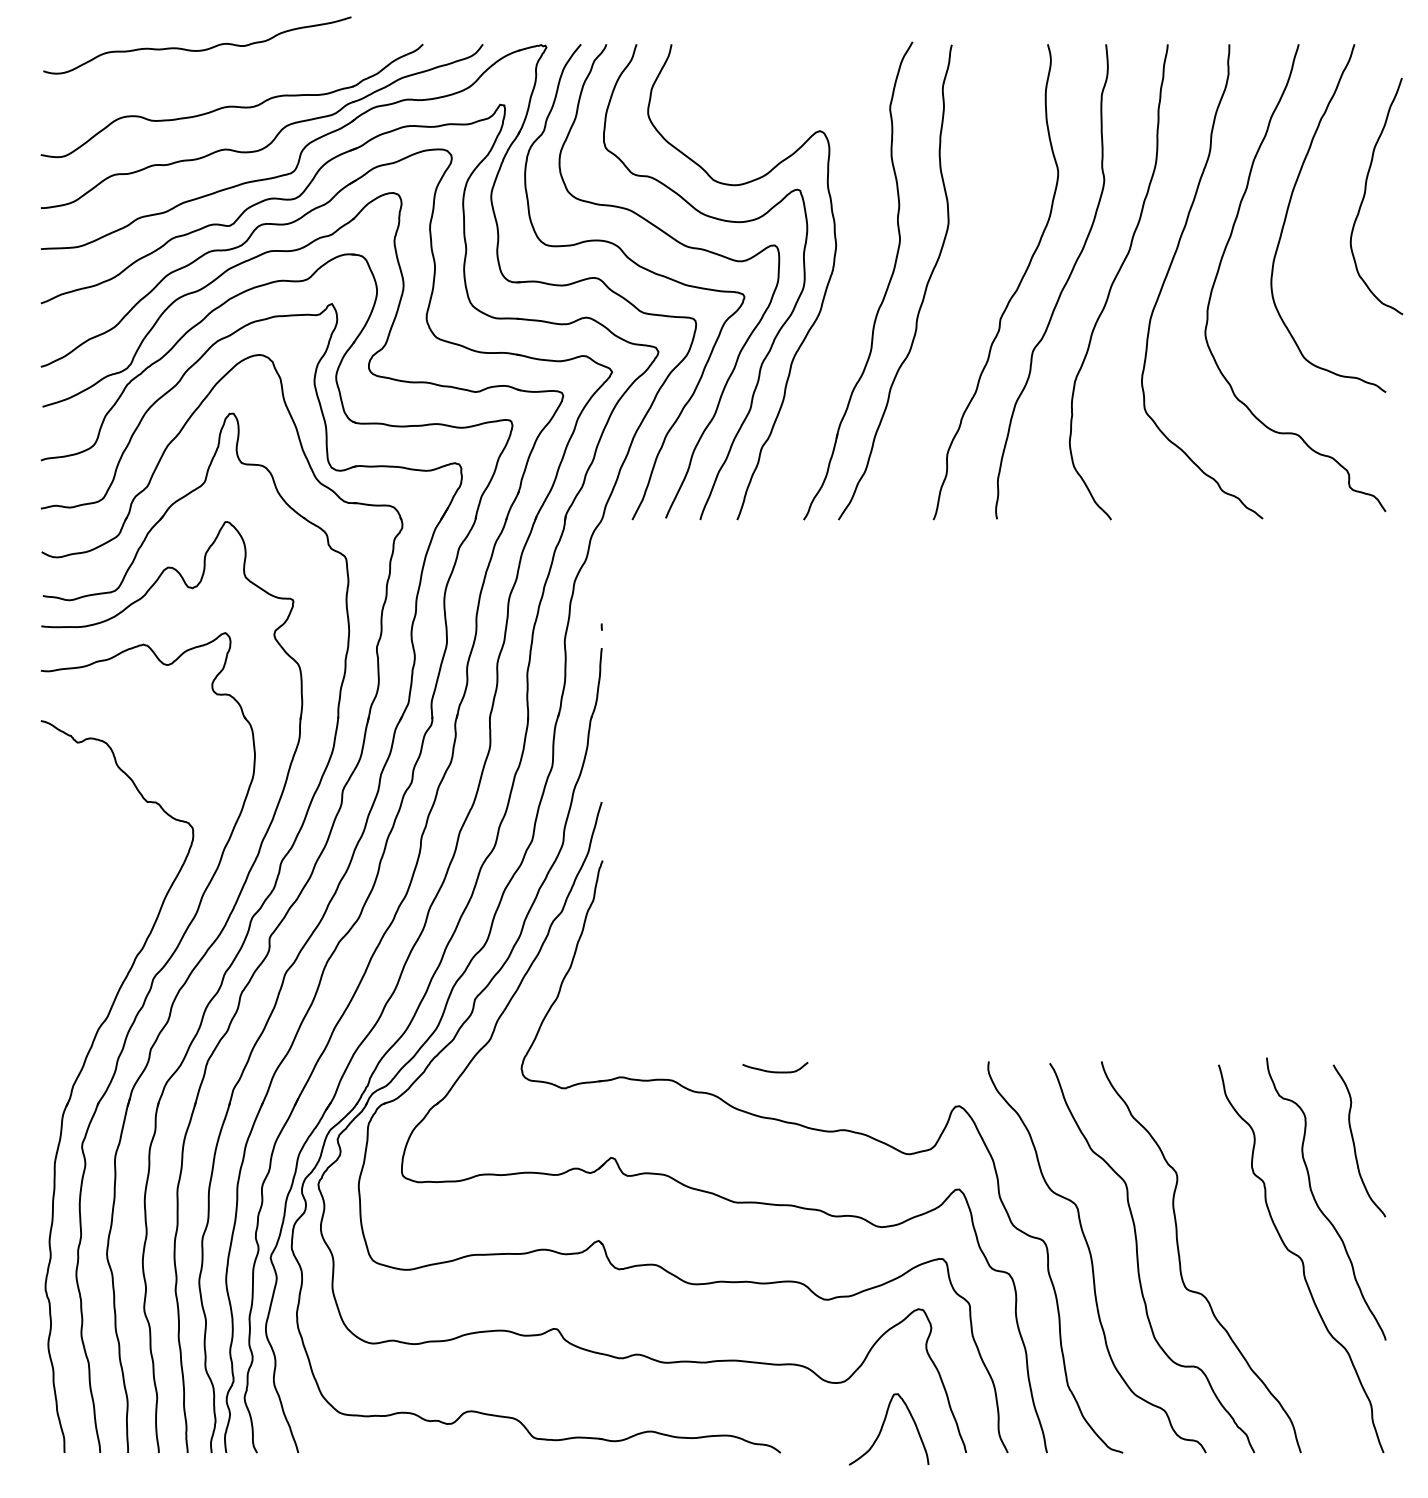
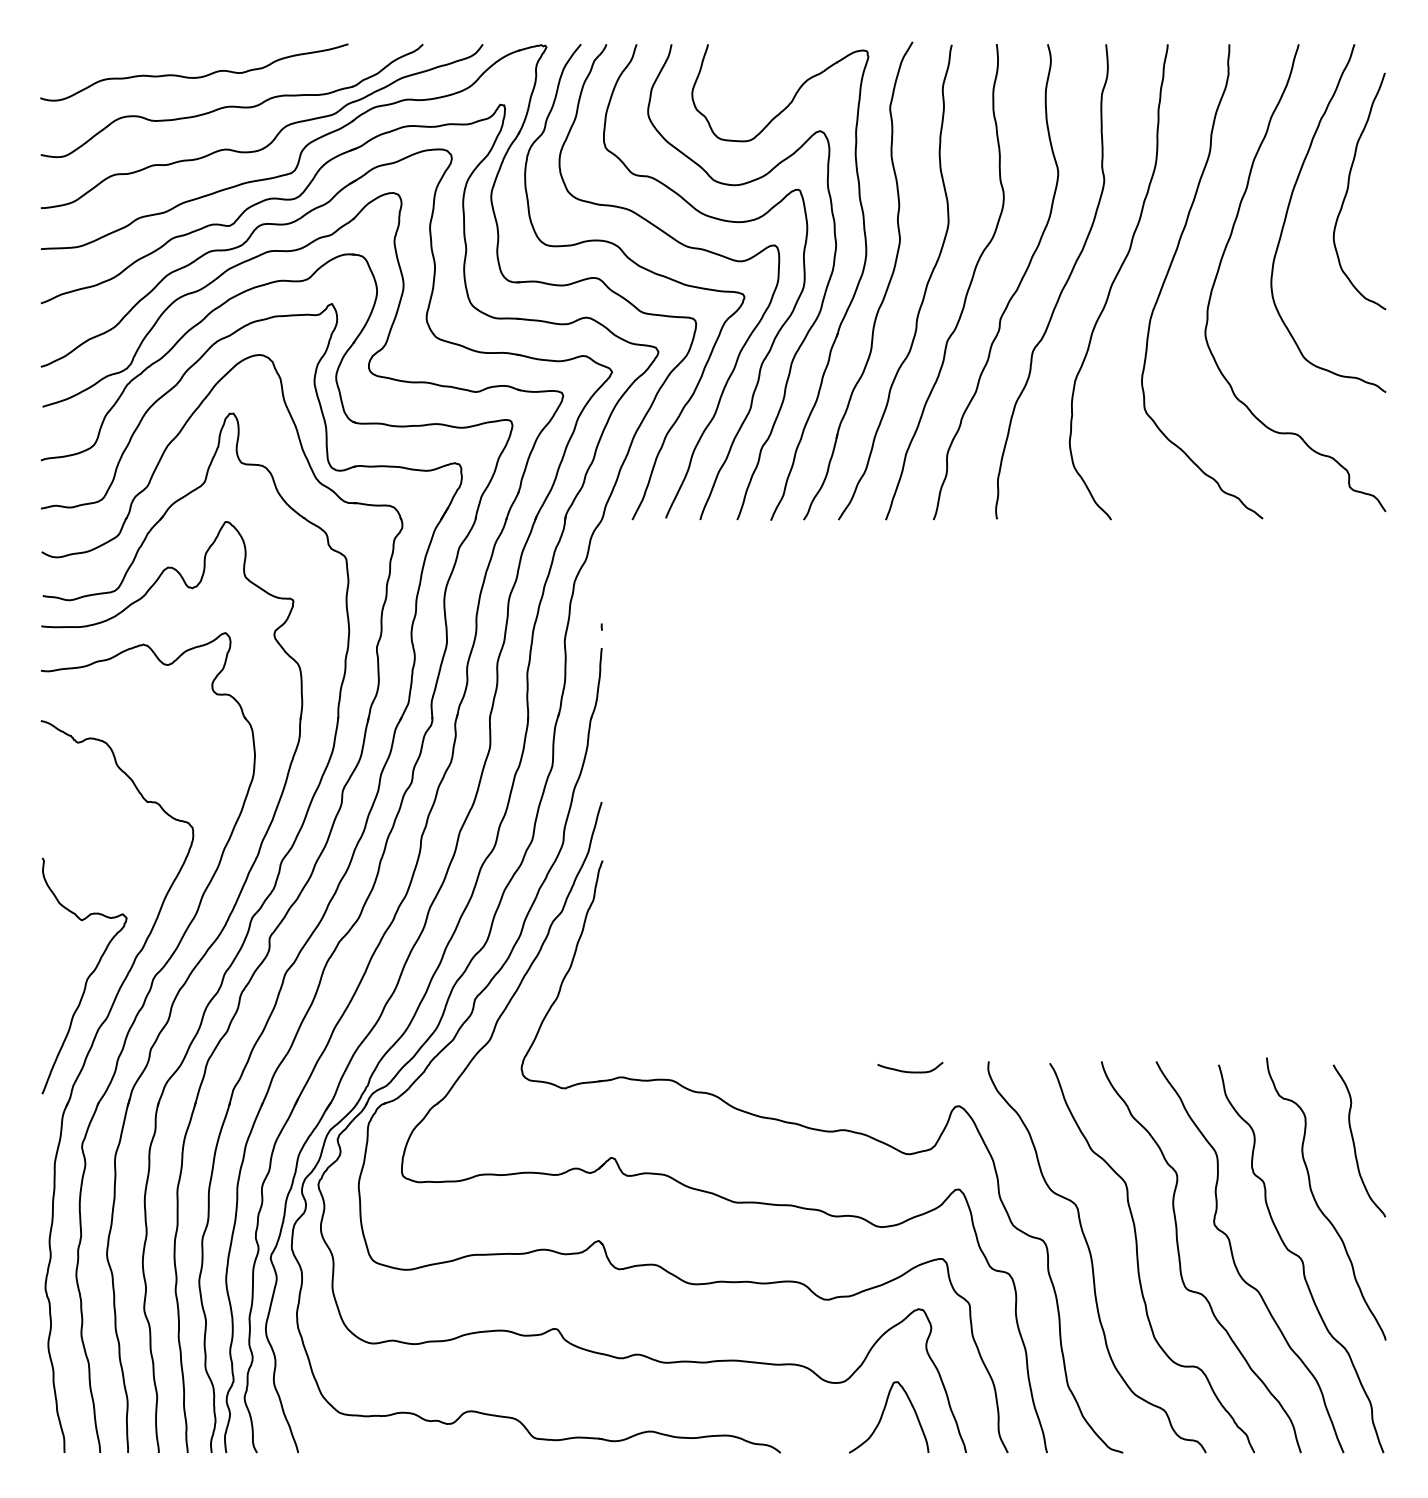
curve at (199, 49) position: (199, 49) -> (196, 76)
curve at (1365, 195) position: (1365, 195) -> (1348, 190)
curve at (966, 291): none -> present
part at (845, 311): none -> present
curve at (87, 977): none -> present
curve at (775, 1071) position: (775, 1071) -> (910, 1071)
curve at (1235, 1262): none -> present
curve at (883, 1426) position: (883, 1426) -> (883, 1414)
